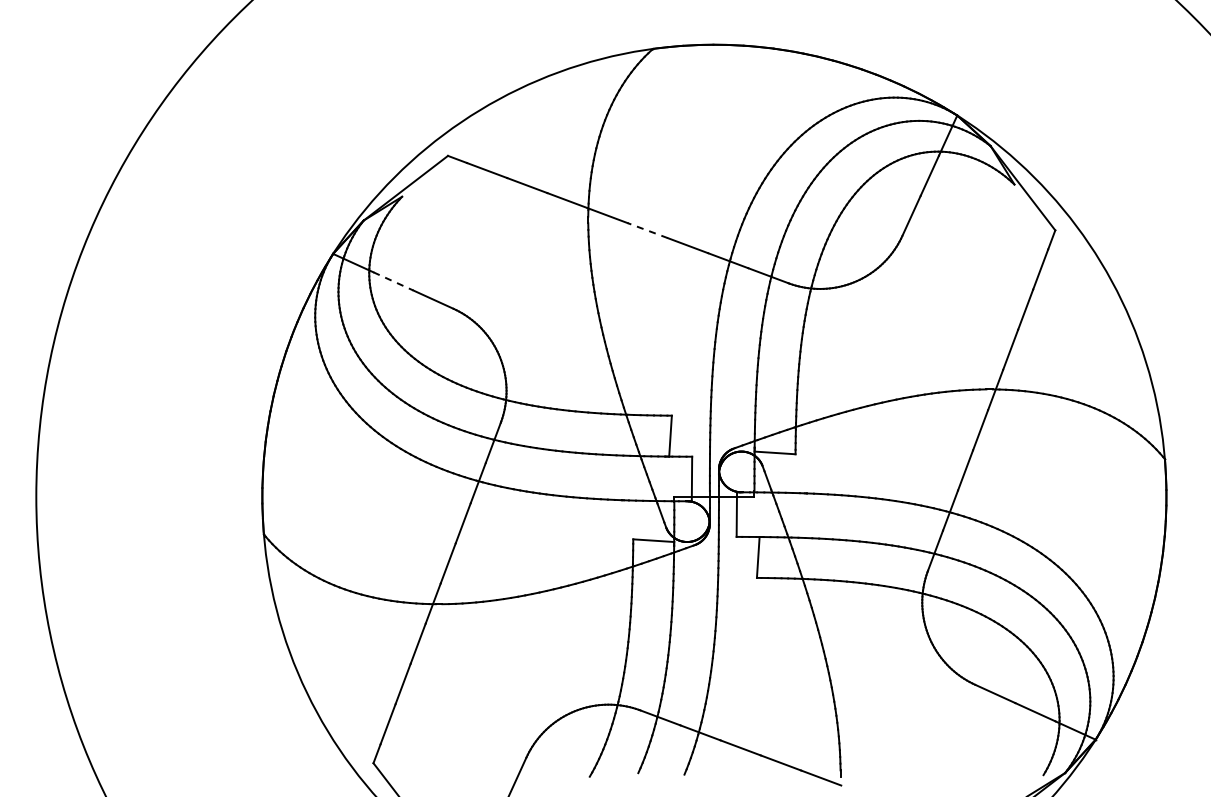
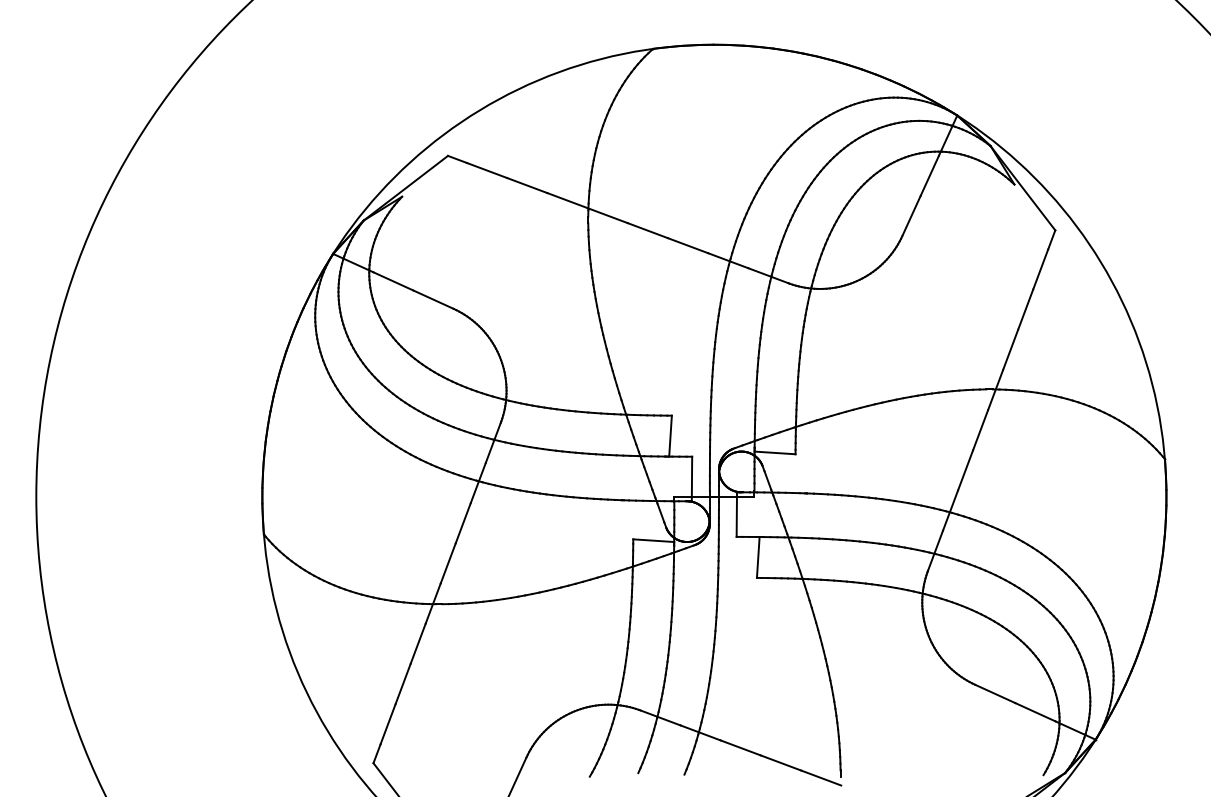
line at (647, 230): dashed -> solid
line at (393, 281): dashed -> solid
